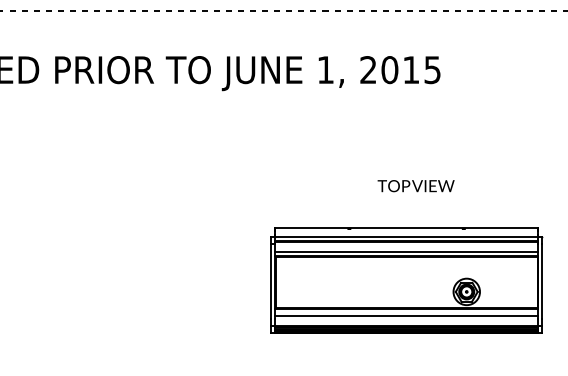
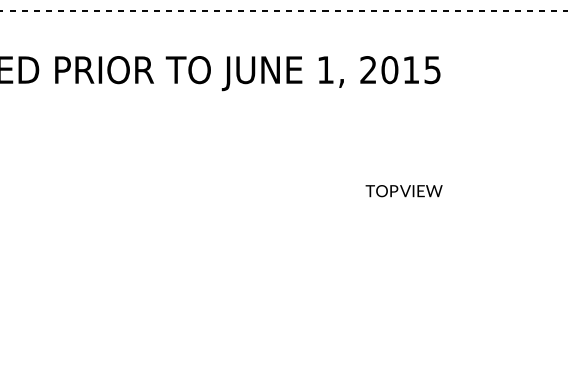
text at (415, 186) position: (415, 186) -> (403, 191)
part at (406, 280): present -> none
